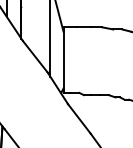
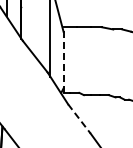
line at (63, 60): solid -> dashed
line at (79, 118): solid -> dashed
